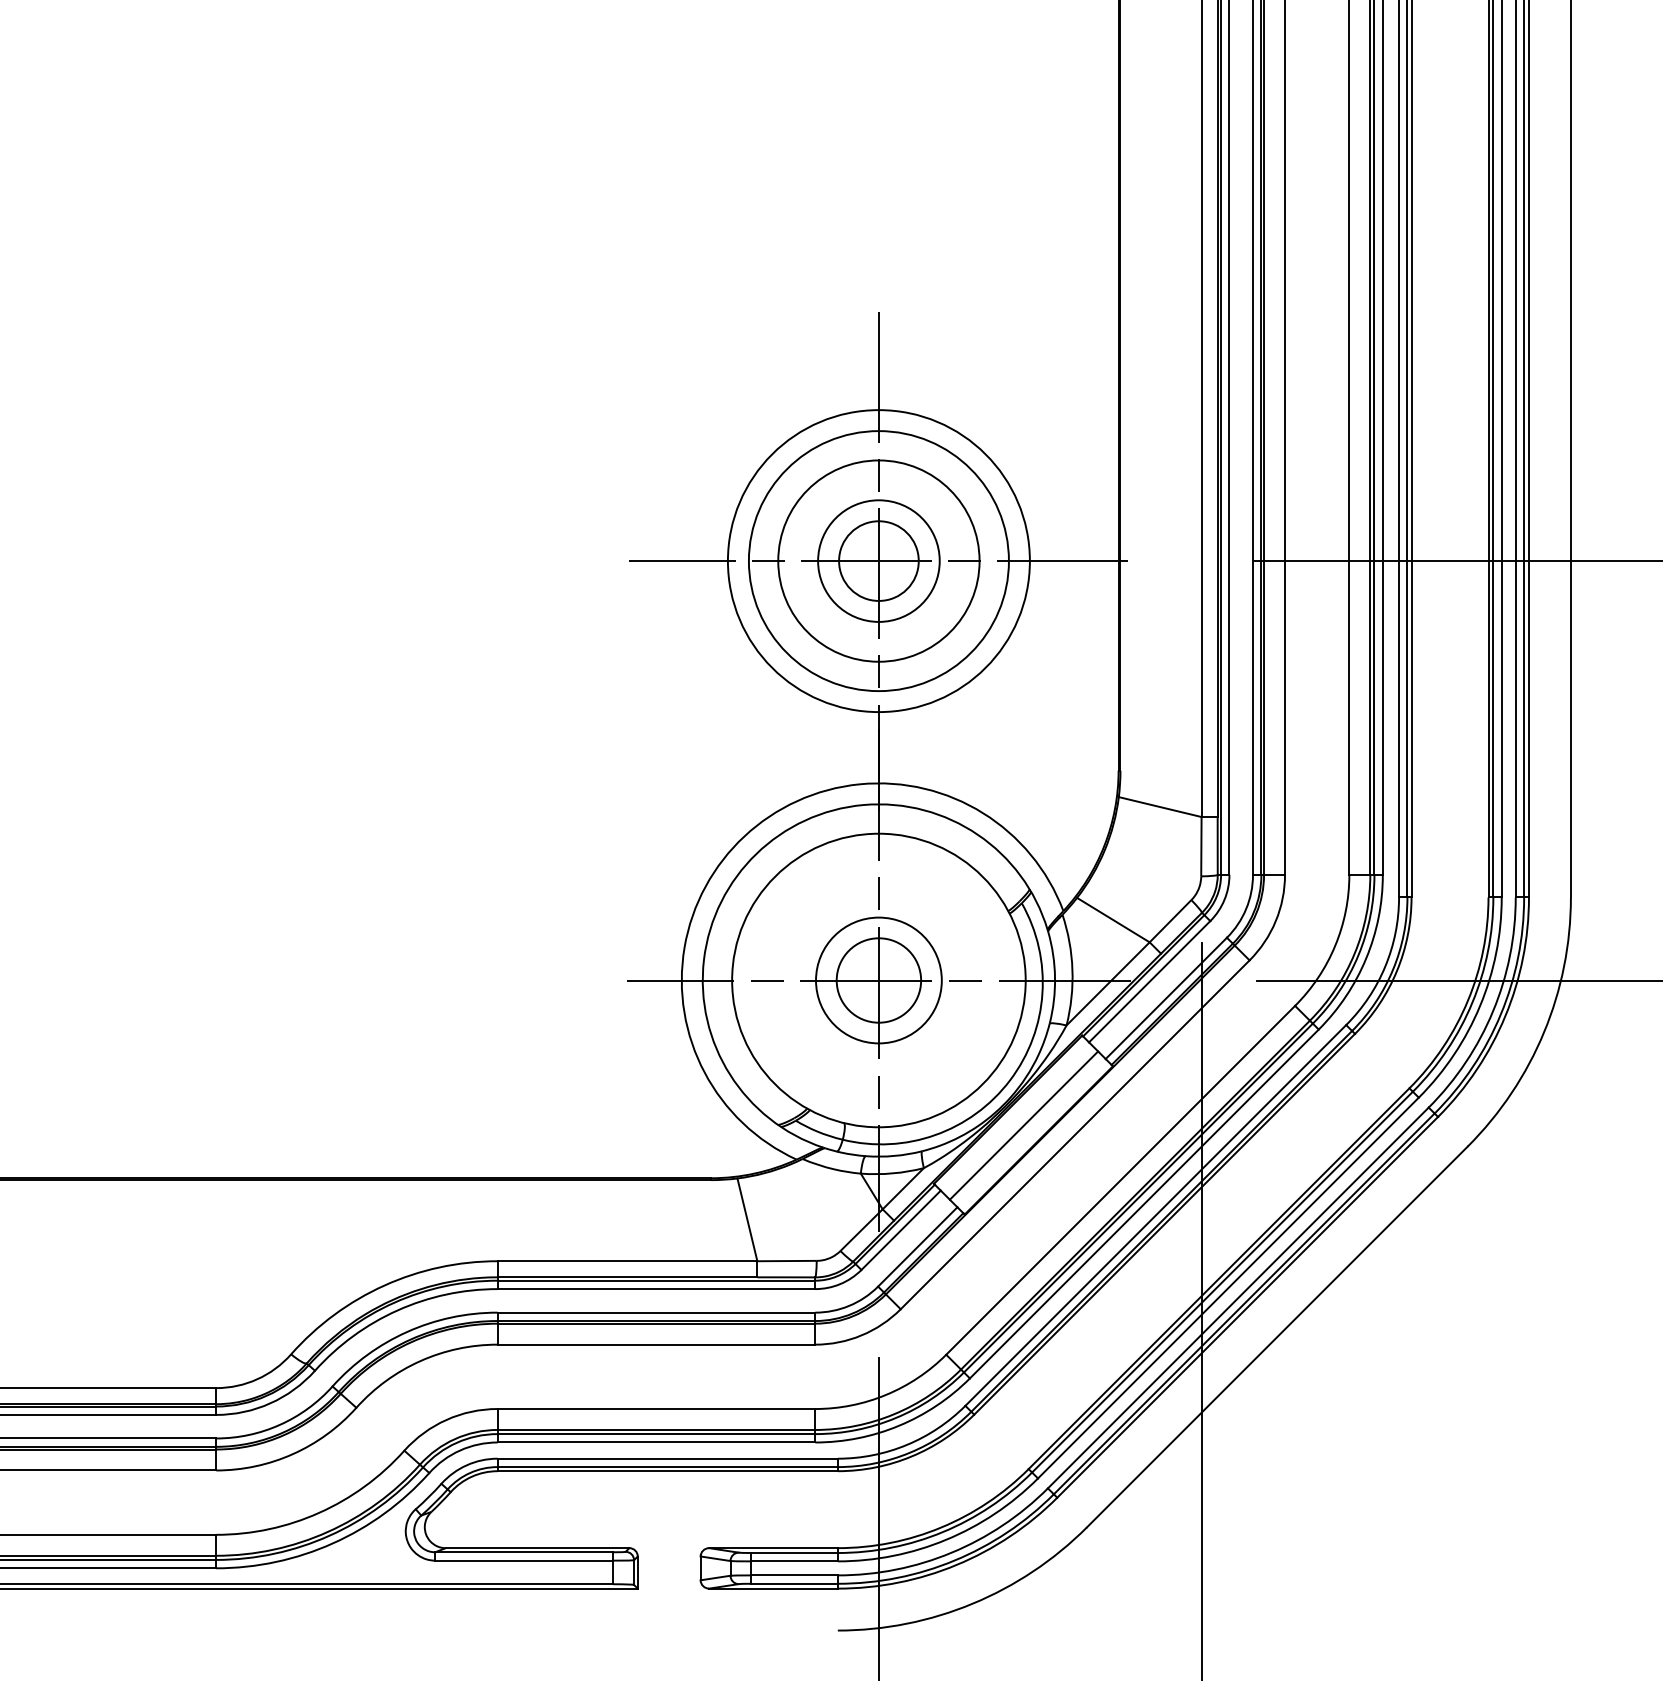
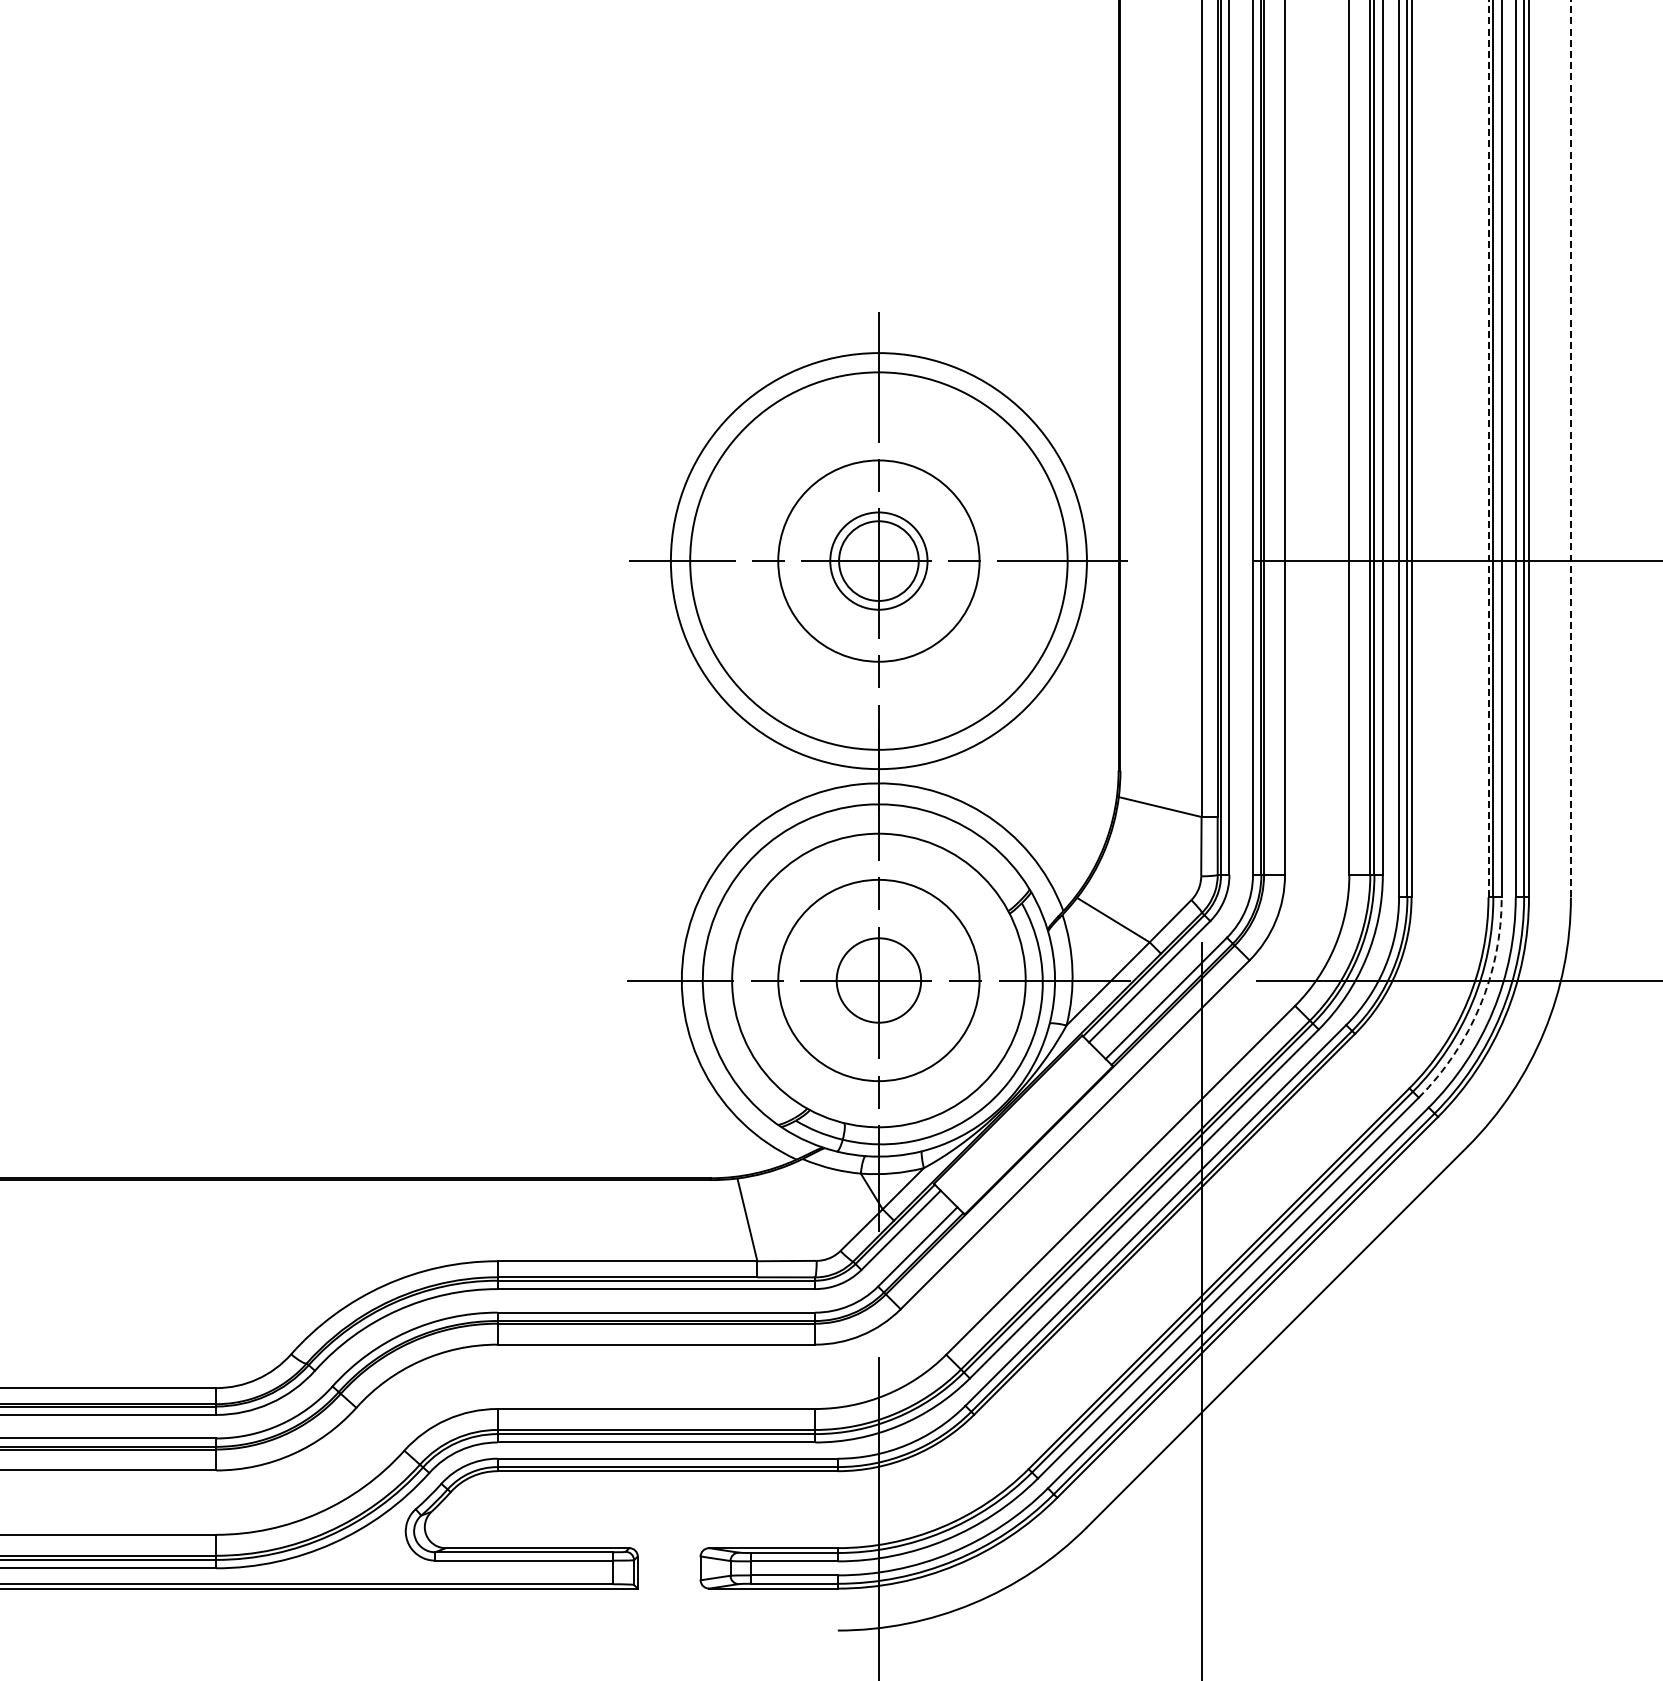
line at (1488, 449): solid -> dashed
line at (1570, 449): solid -> dashed
circle at (878, 560) diameter: 122 px -> 97 px
circle at (878, 561) diameter: 260 px -> 416 px
circle at (878, 561) diameter: 302 px -> 377 px
circle at (878, 980) diameter: 126 px -> 201 px
arc at (1480, 1005): solid -> dashed
line at (1023, 1125): present -> none
